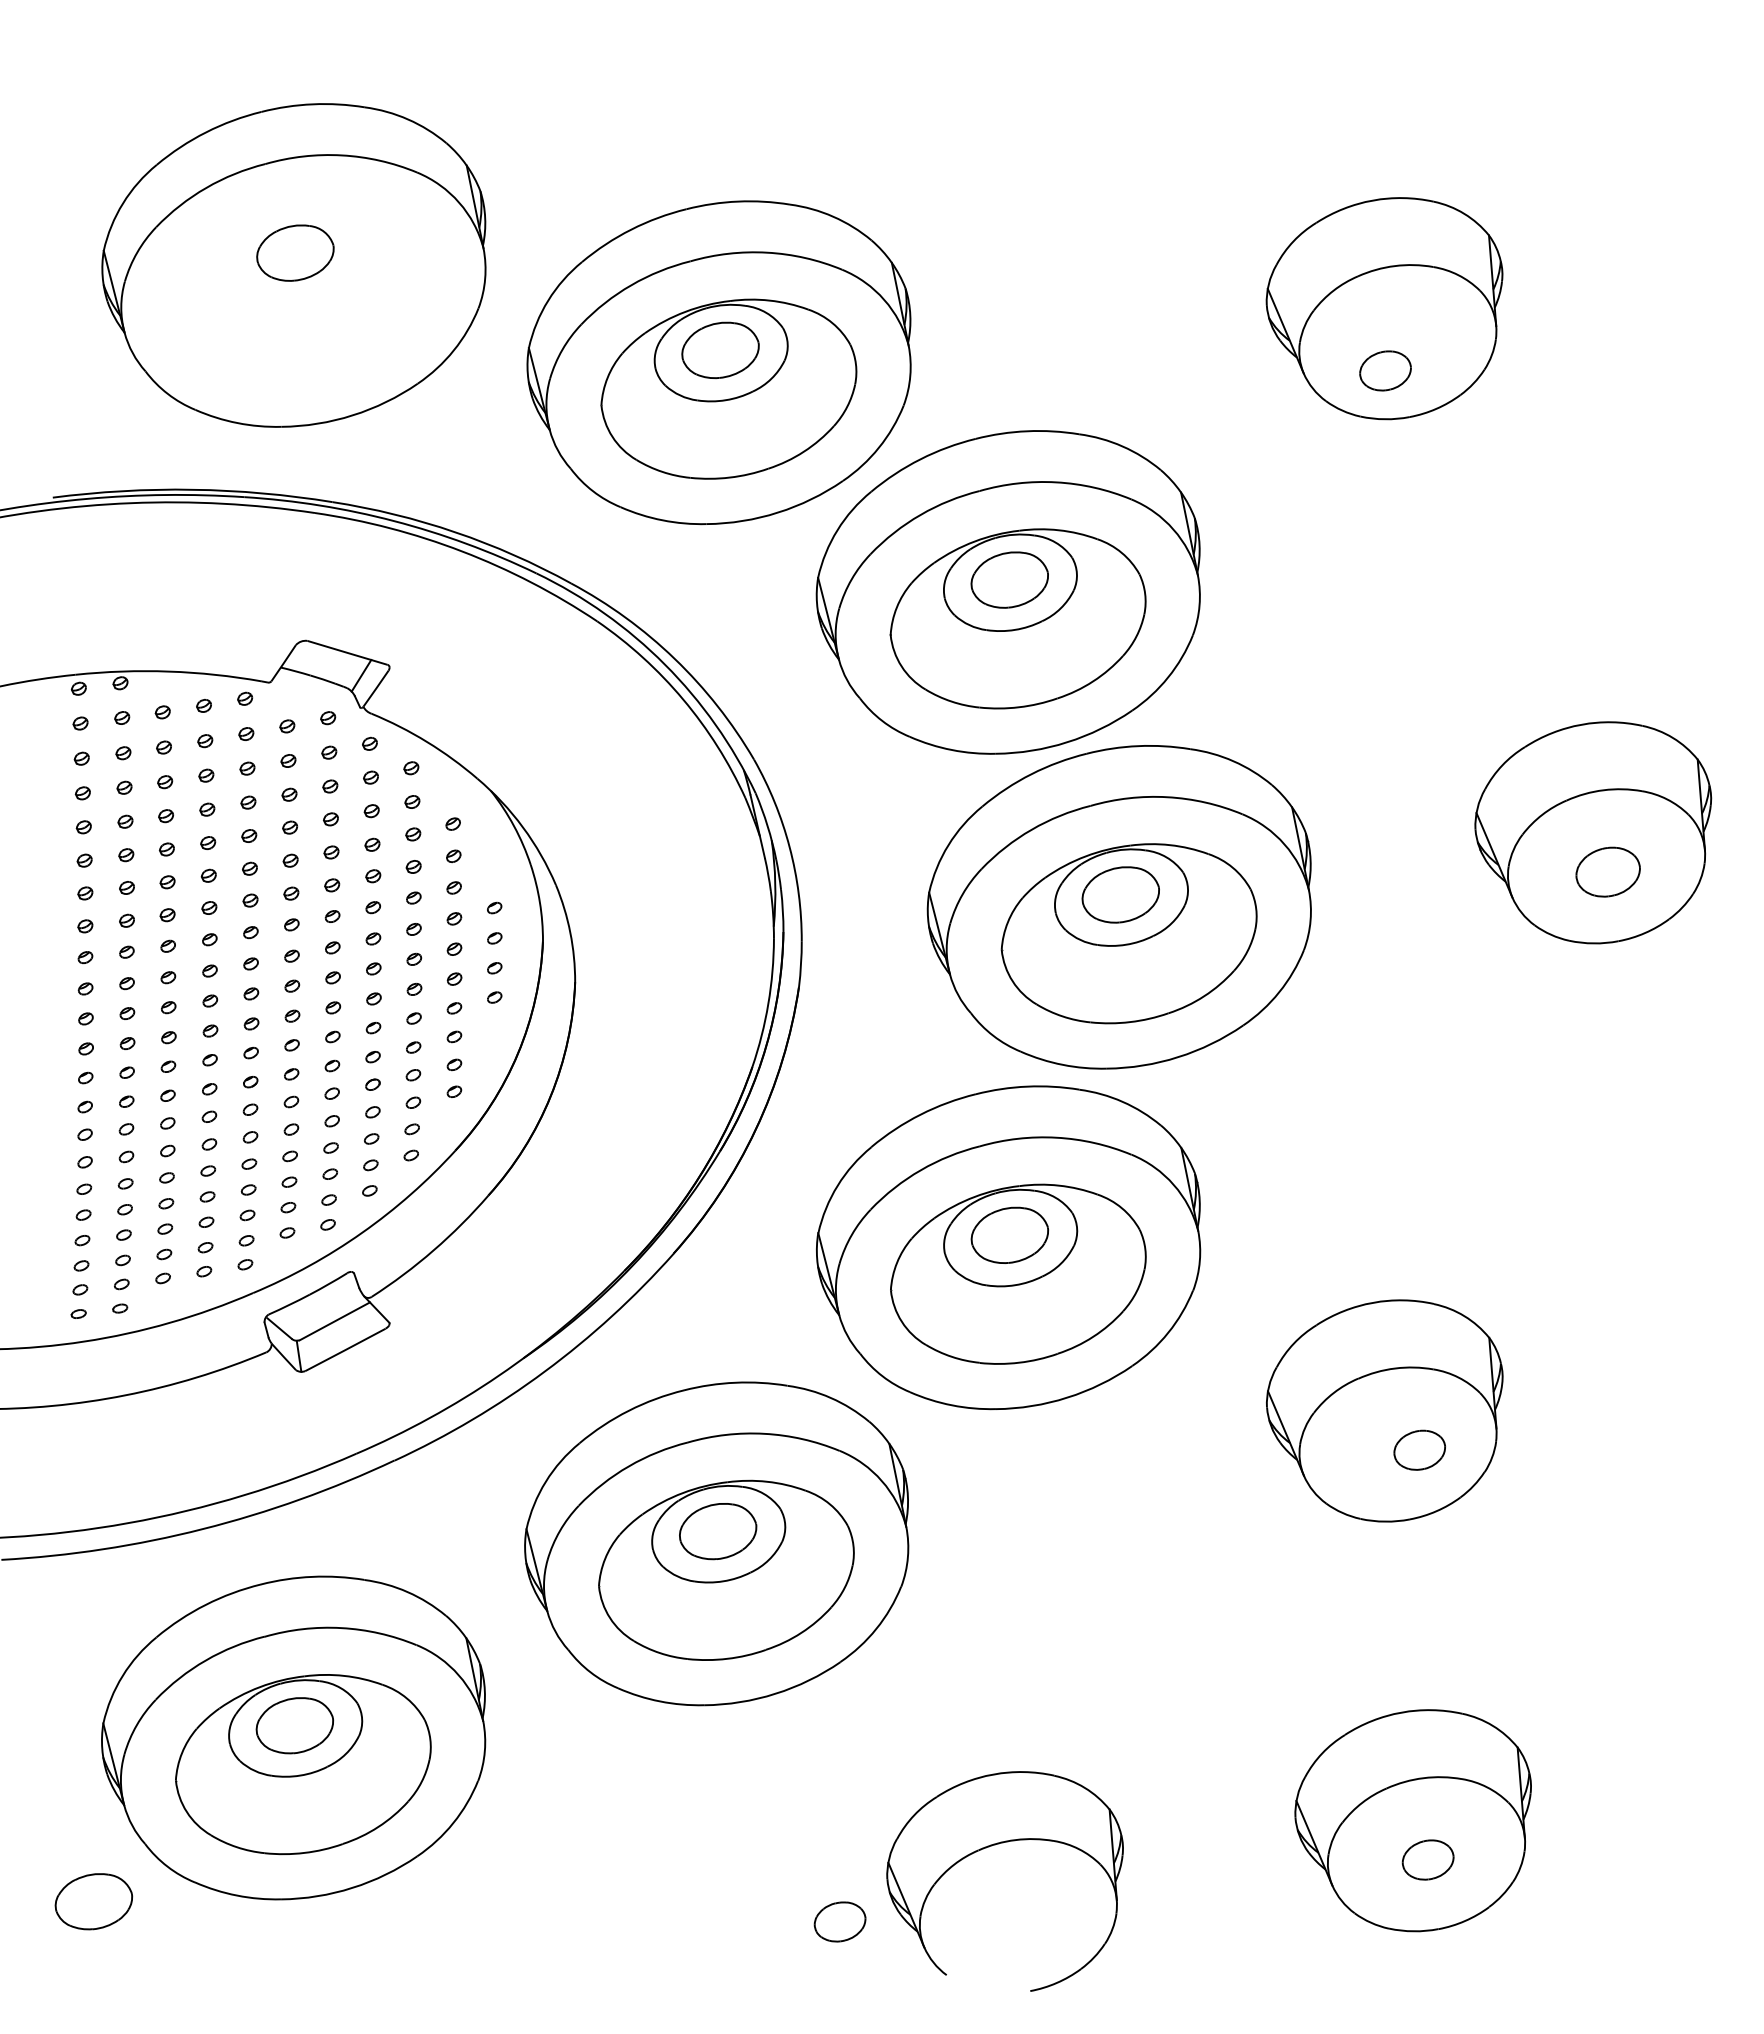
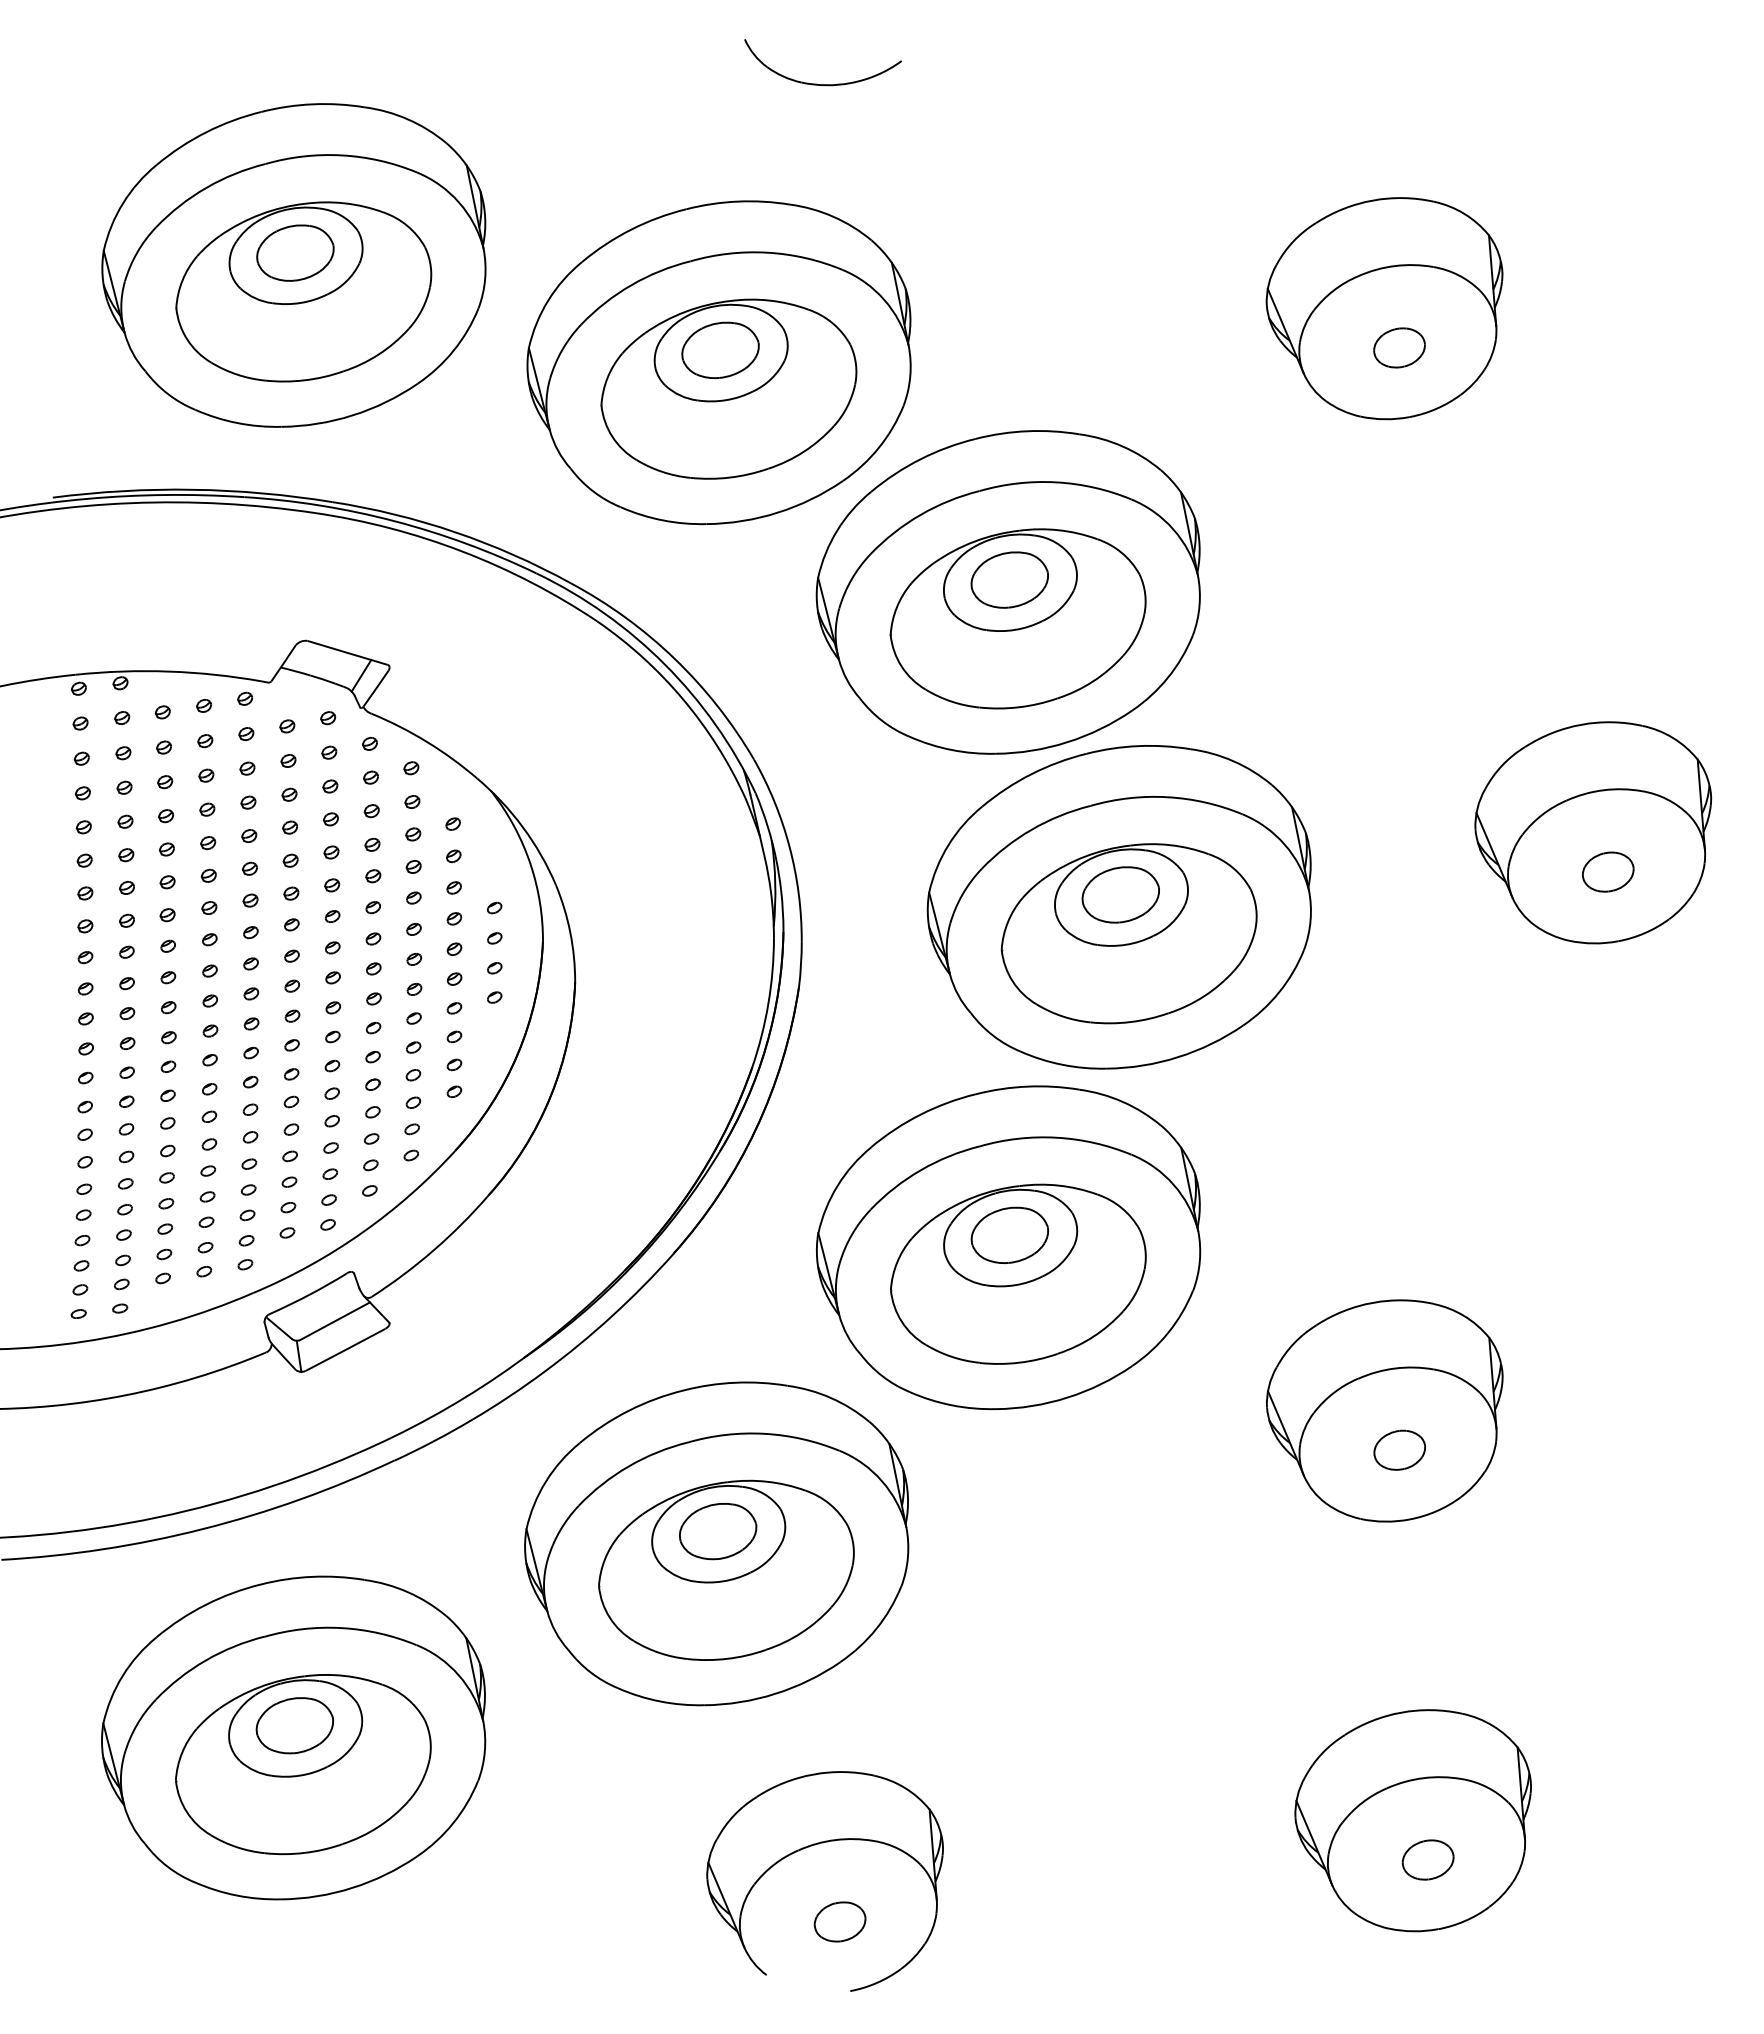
part at (817, 83): none -> present
part at (303, 291): none -> present
part at (1385, 370) position: (1385, 370) -> (1399, 347)
part at (1607, 871) size: 66x52 px -> 53x42 px
part at (1419, 1449) position: (1419, 1449) -> (1399, 1449)
part at (995, 1845) position: (995, 1845) -> (815, 1845)
part at (93, 1901): present -> none
